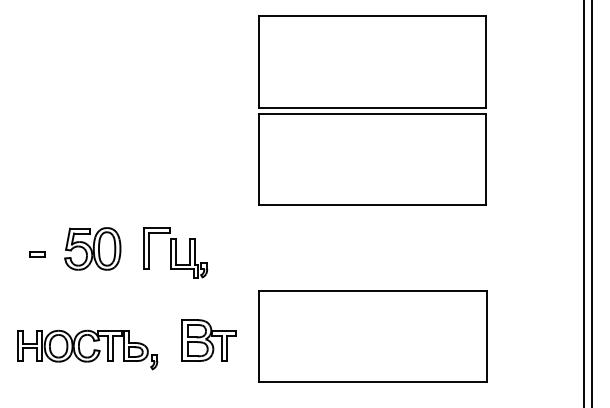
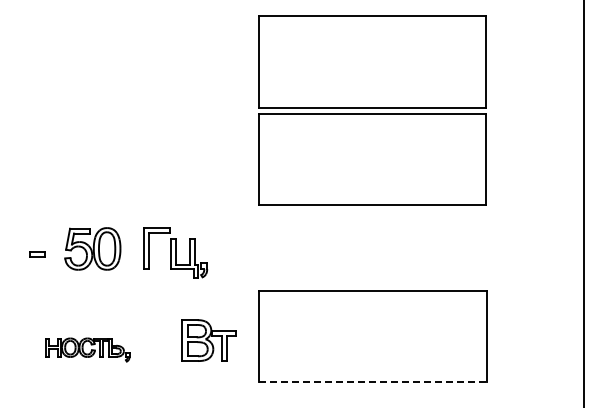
line at (591, 203): present -> none
part at (87, 349) size: 142x42 px -> 86x26 px
line at (372, 382): solid -> dashed
